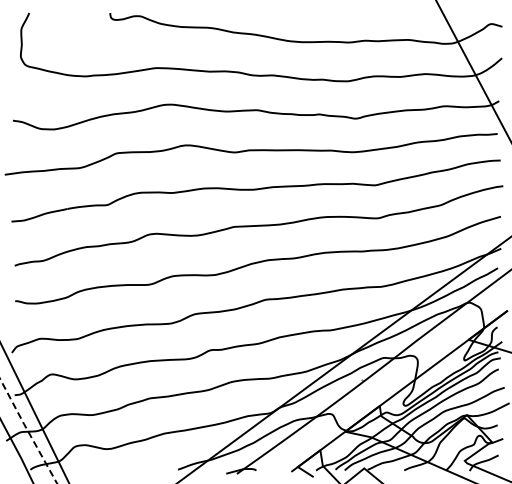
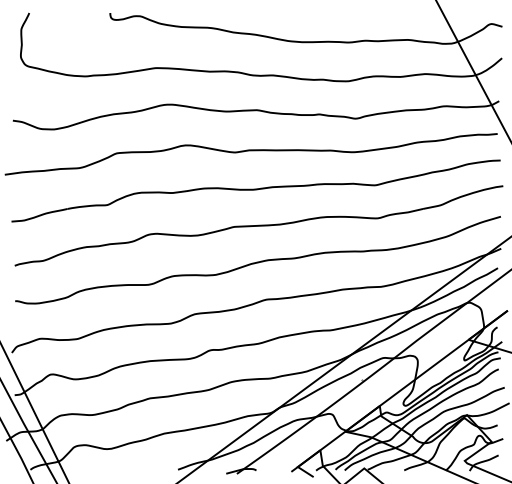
line at (27, 431): dashed -> solid
